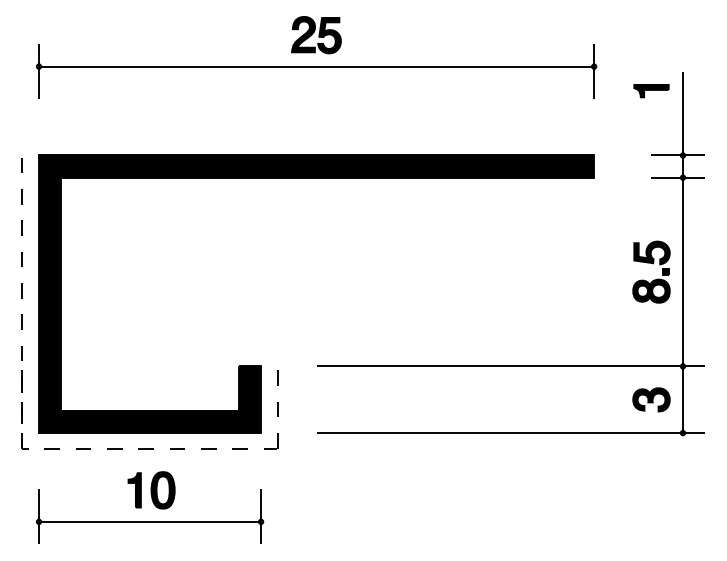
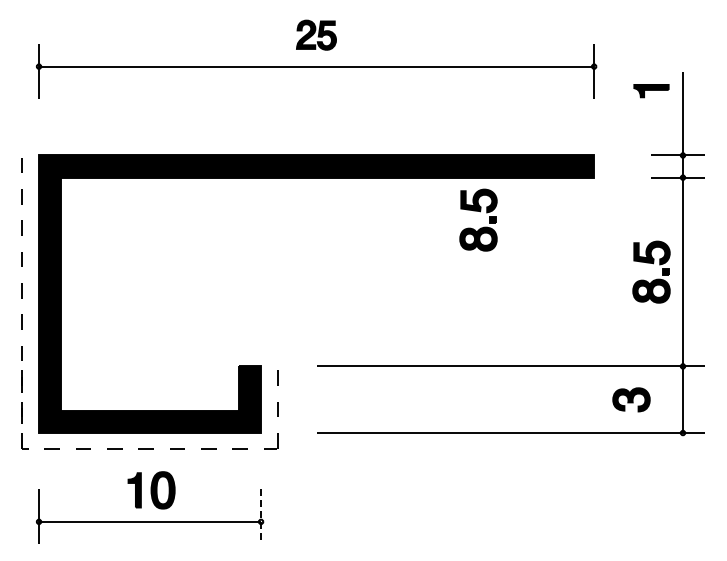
part at (316, 35) size: 51x39 px -> 41x32 px
part at (480, 212): none -> present
part at (651, 399) position: (651, 399) -> (631, 399)
line at (261, 517): solid -> dashed
